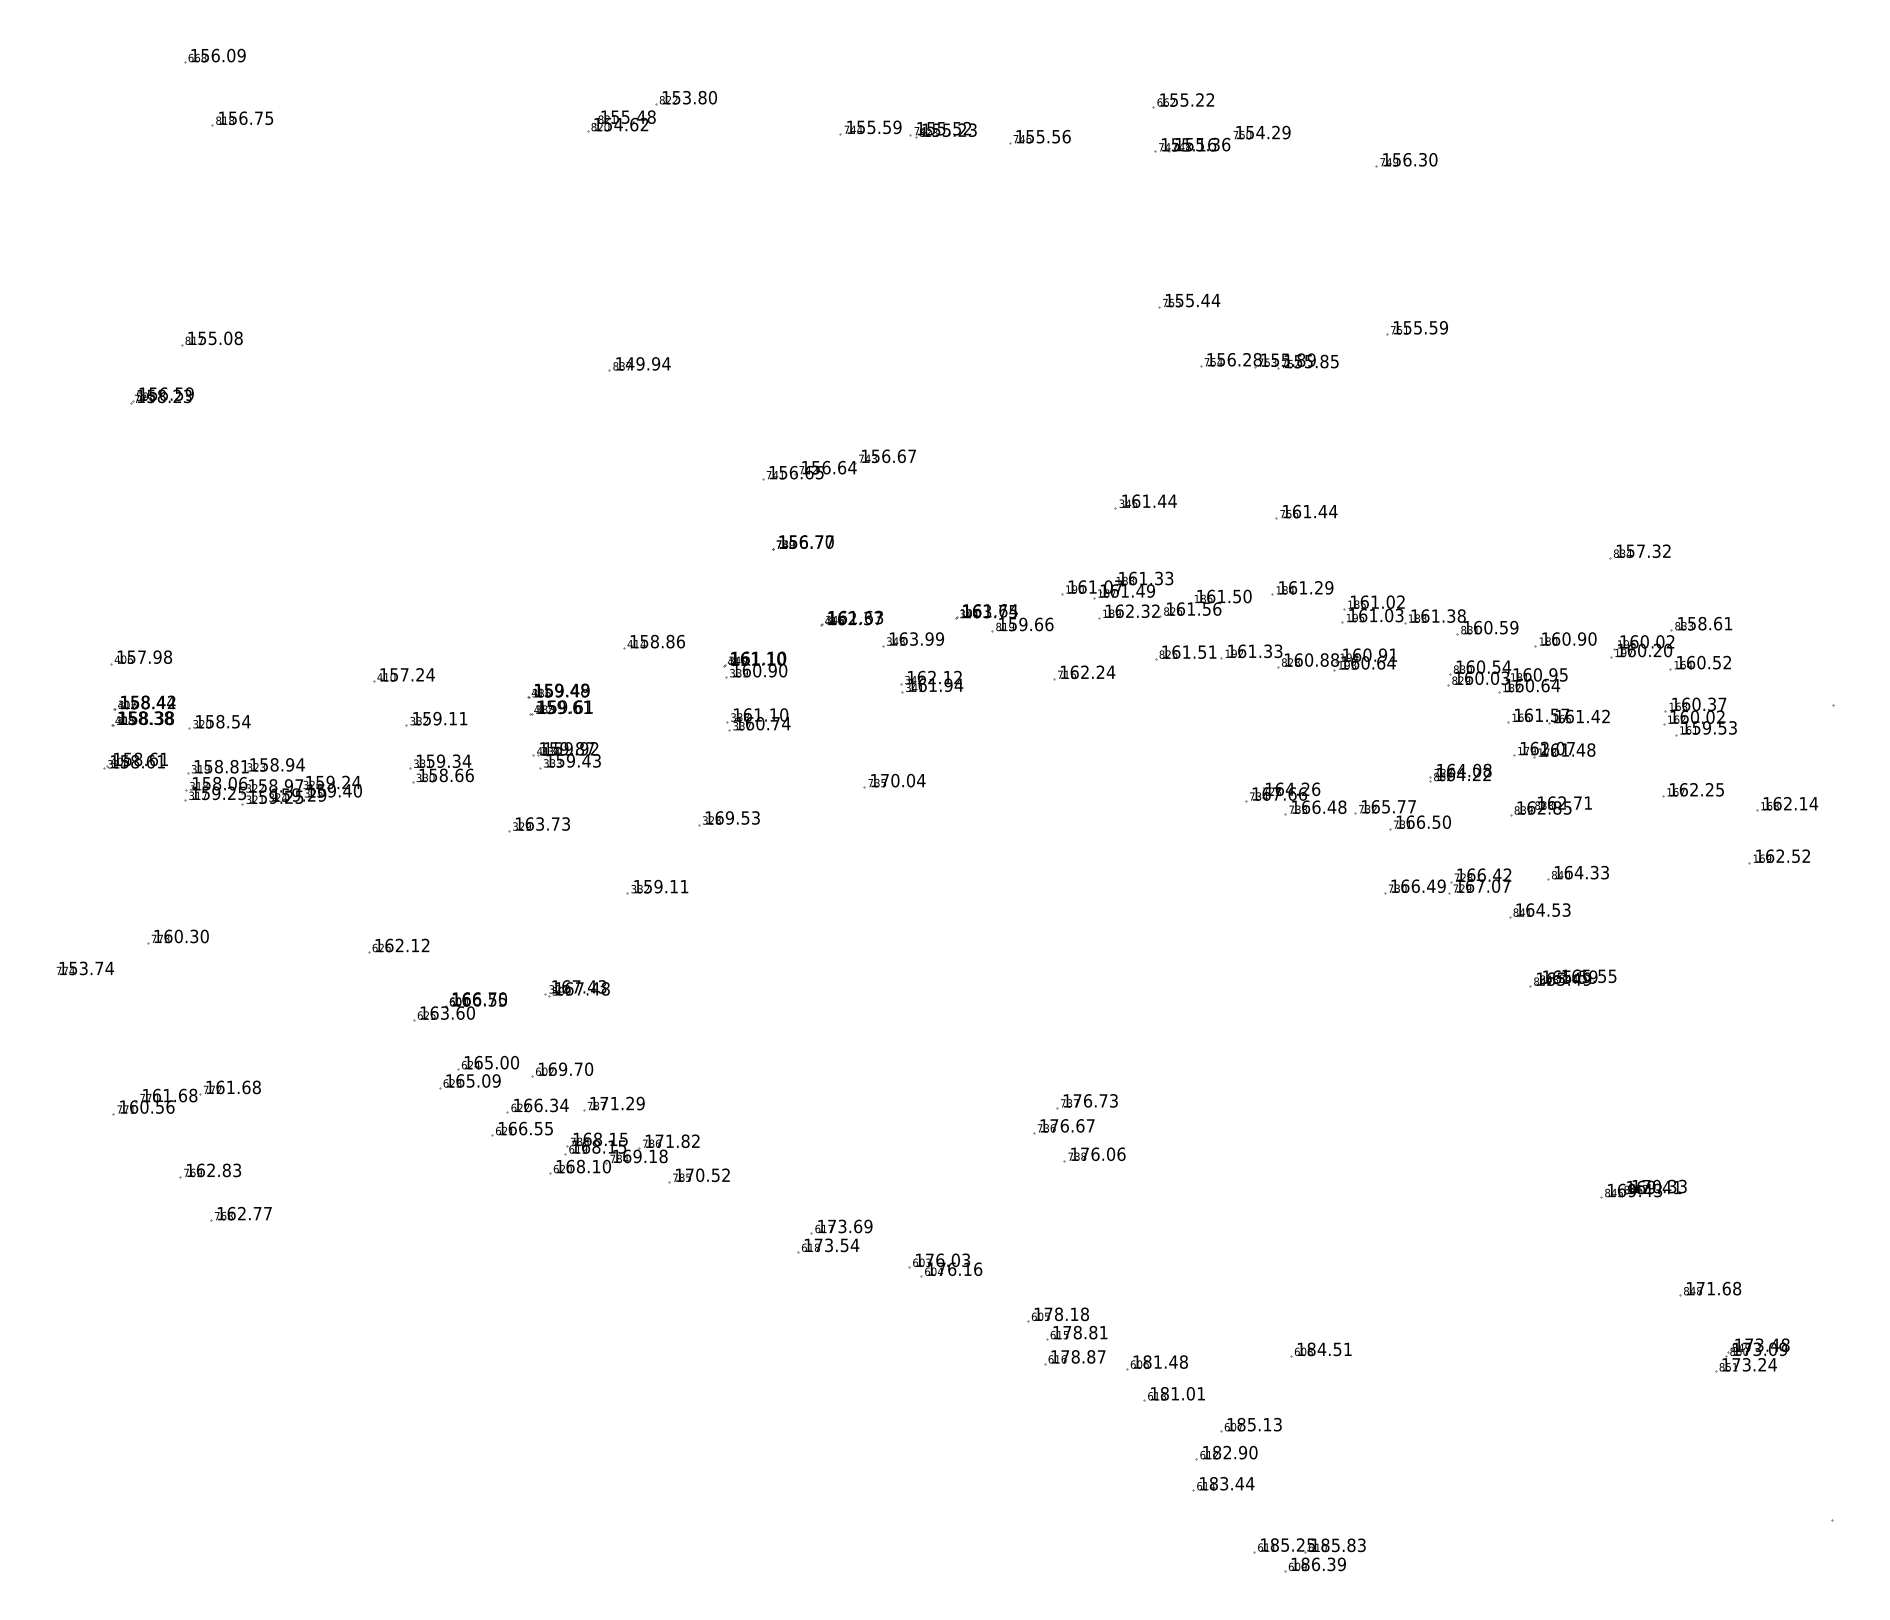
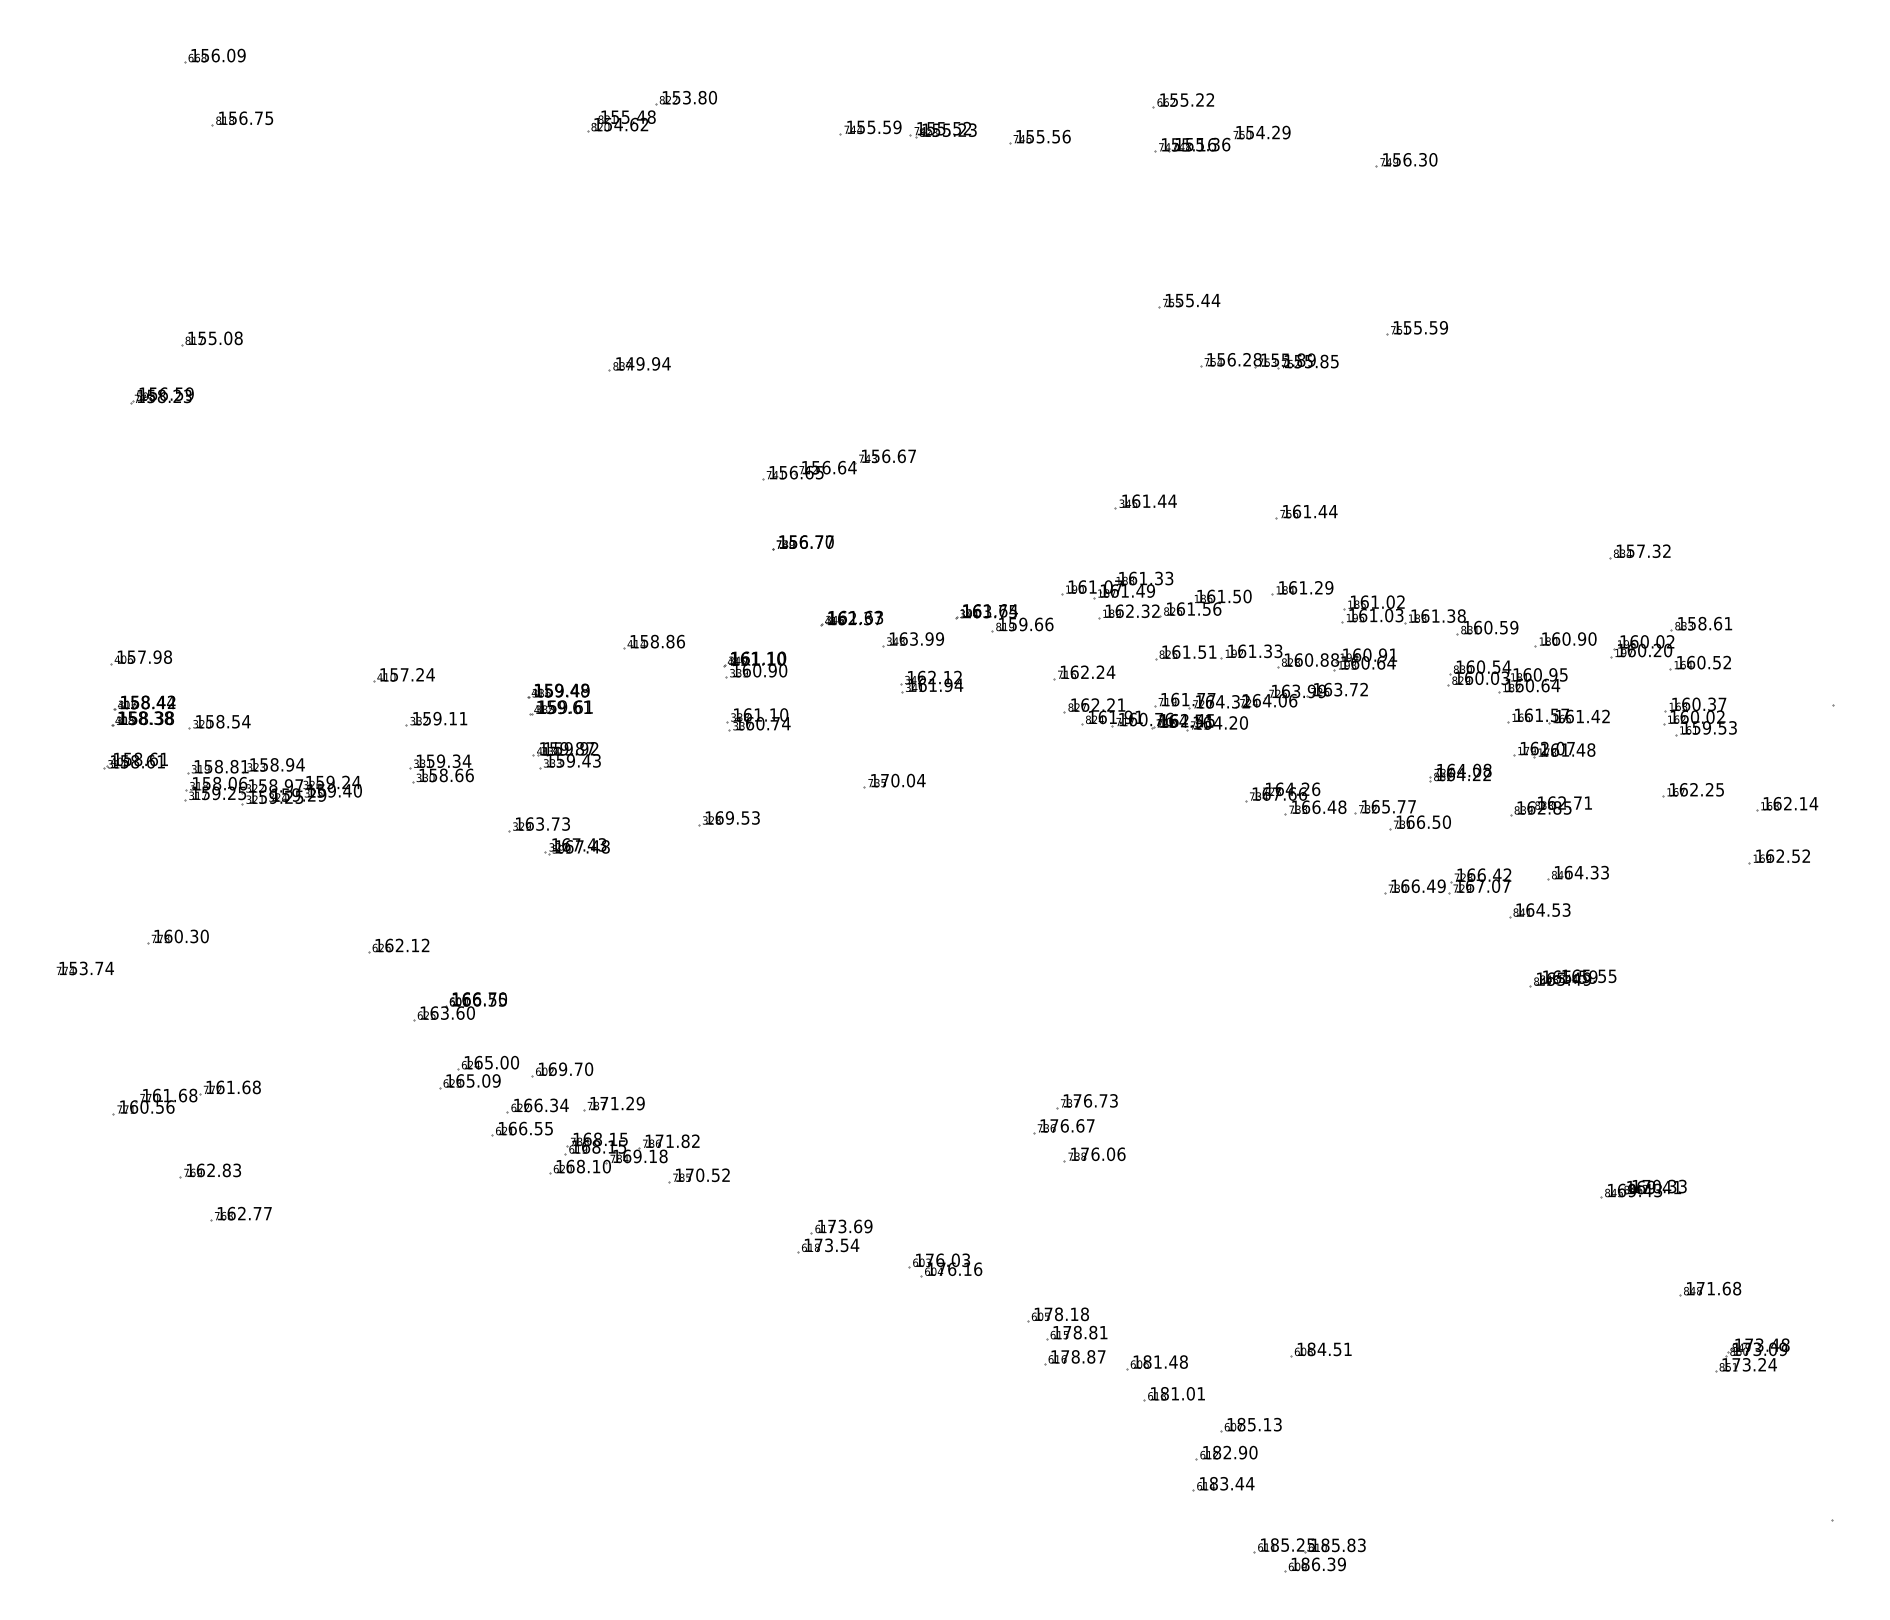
part at (1215, 706): none -> present
part at (657, 886): present -> none
part at (576, 988) position: (576, 988) -> (576, 846)
